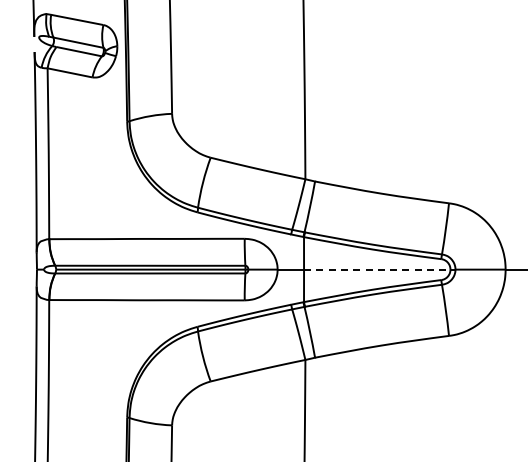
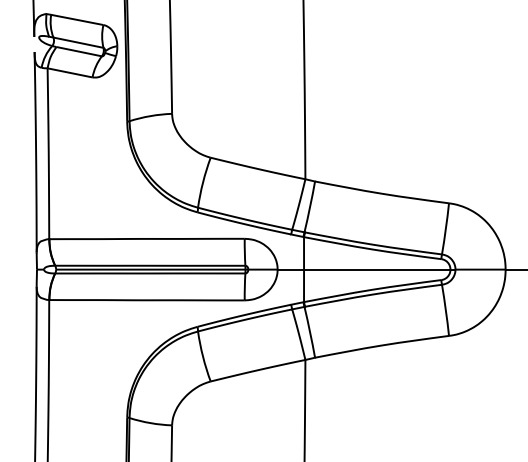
line at (377, 269): dashed -> solid
